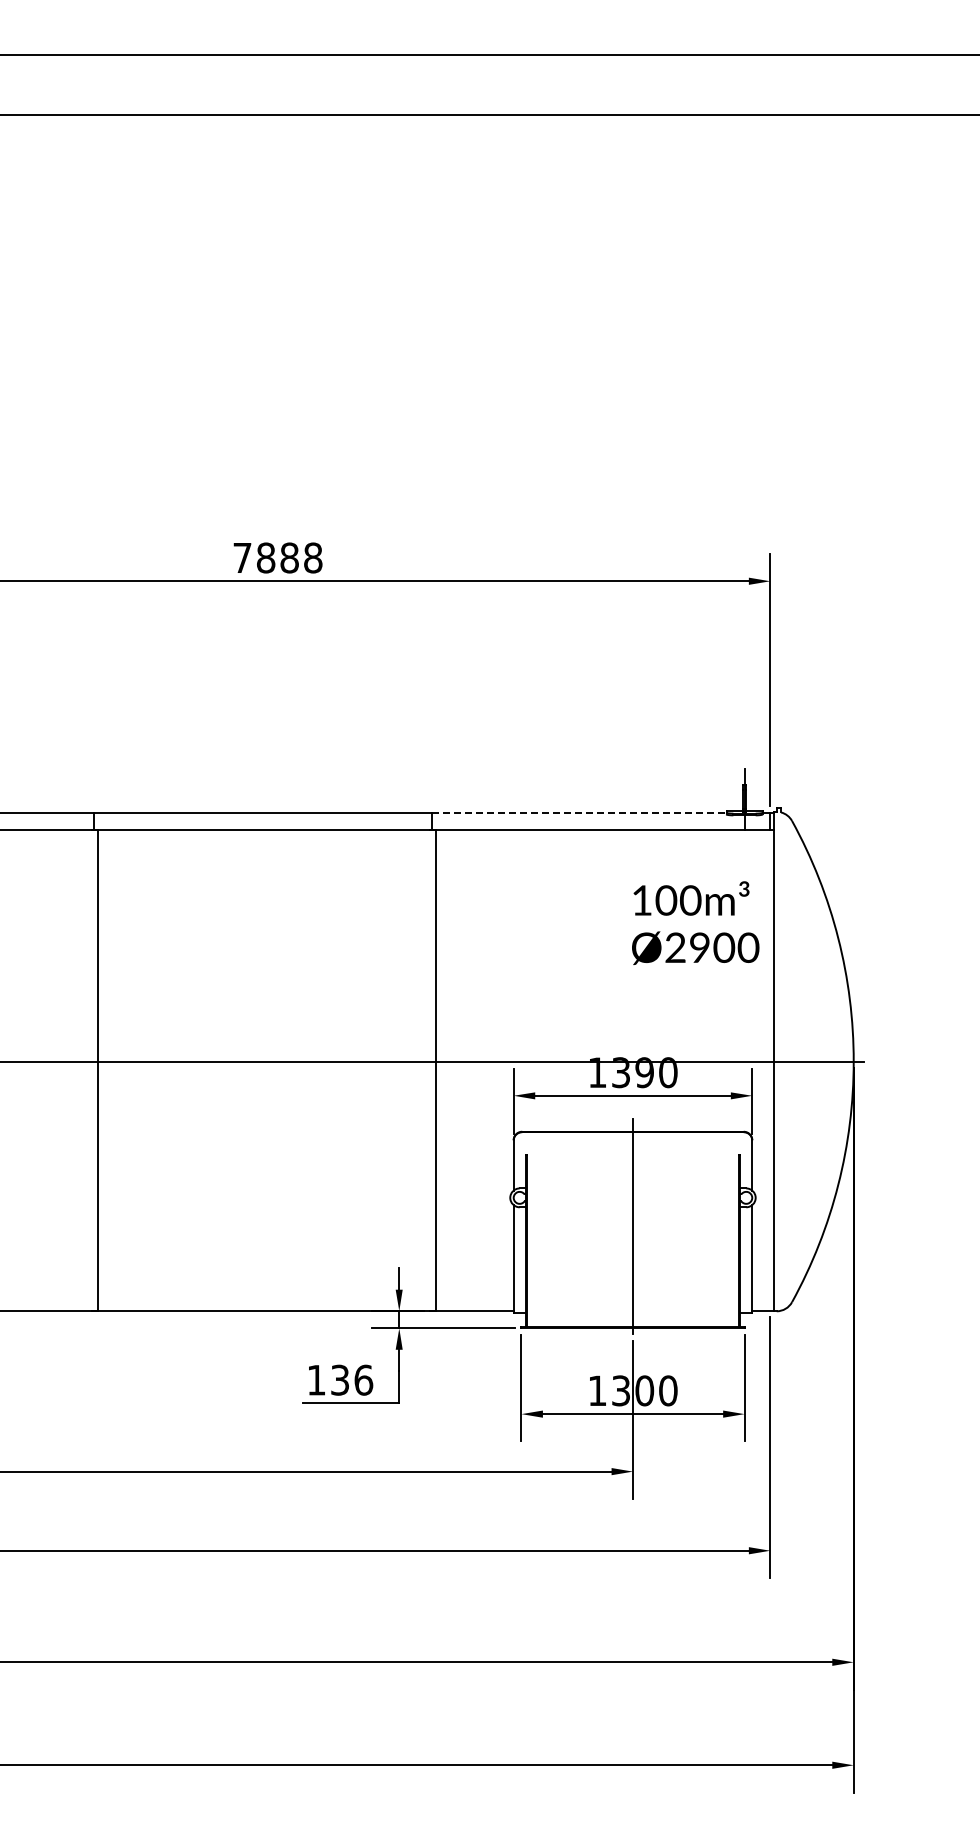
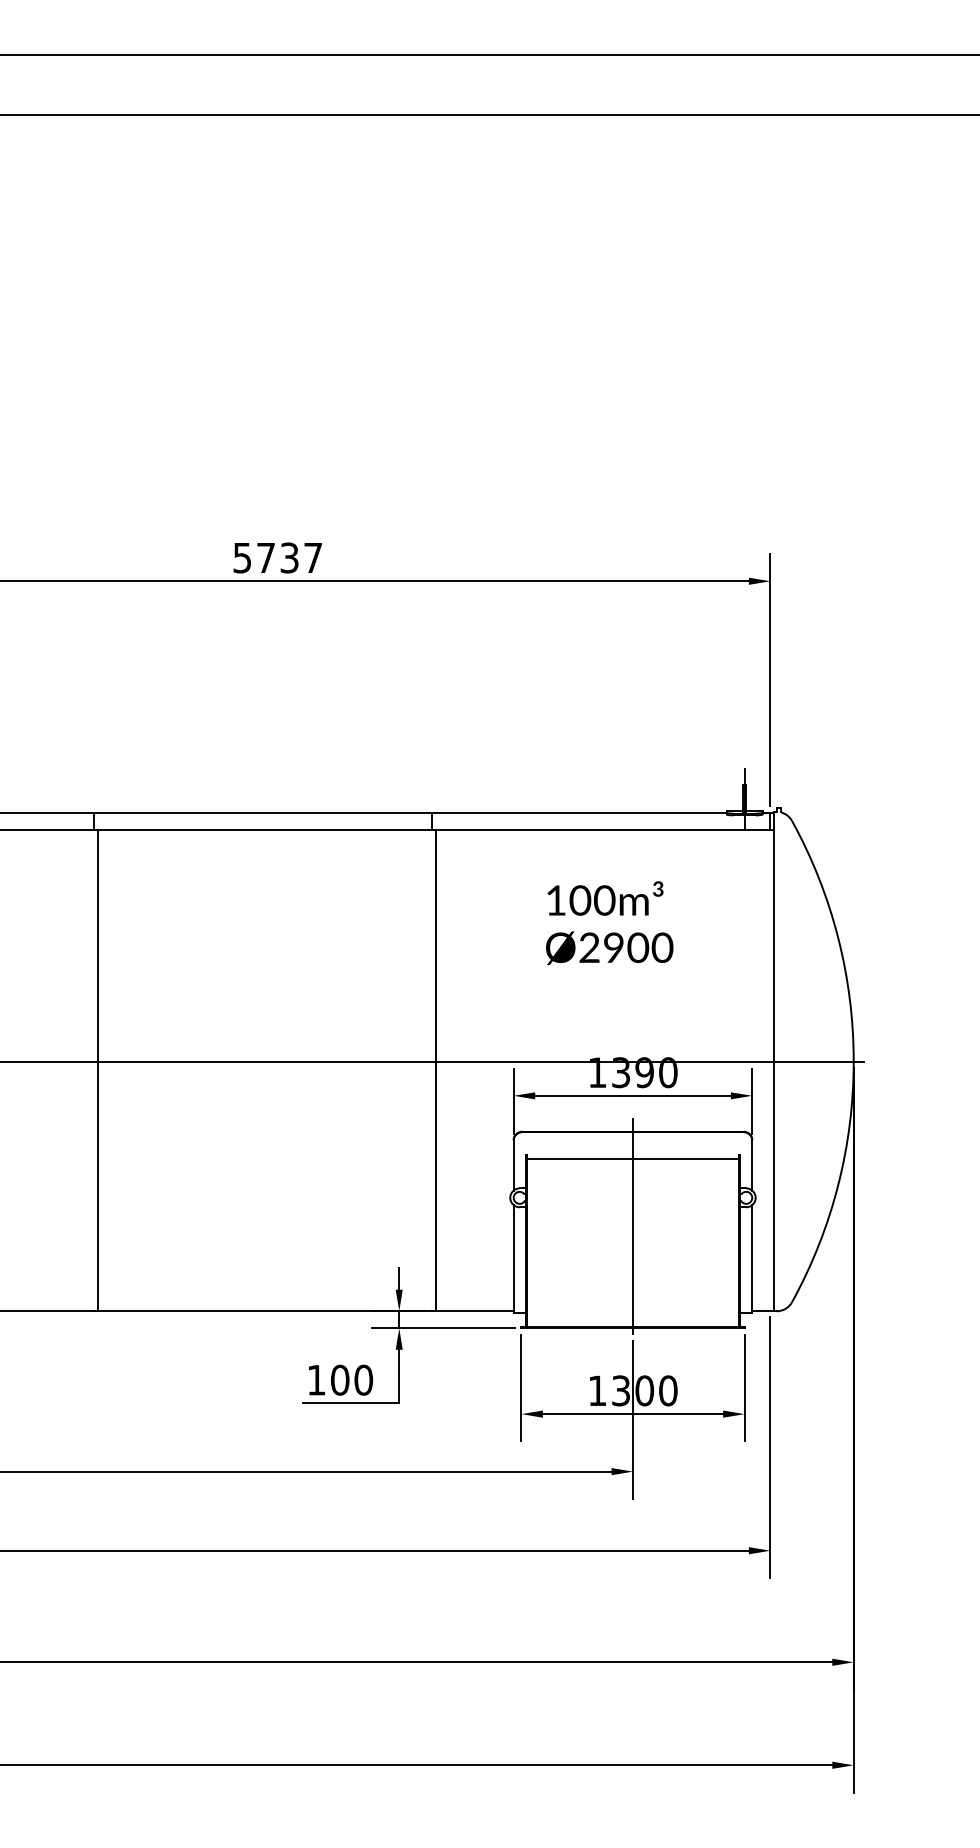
text at (277, 557): 7888 -> 5737
line at (579, 812): dashed -> solid
text at (695, 922) position: (695, 922) -> (609, 922)
line at (632, 1158): none -> present
text at (352, 1379): 136 -> 100
